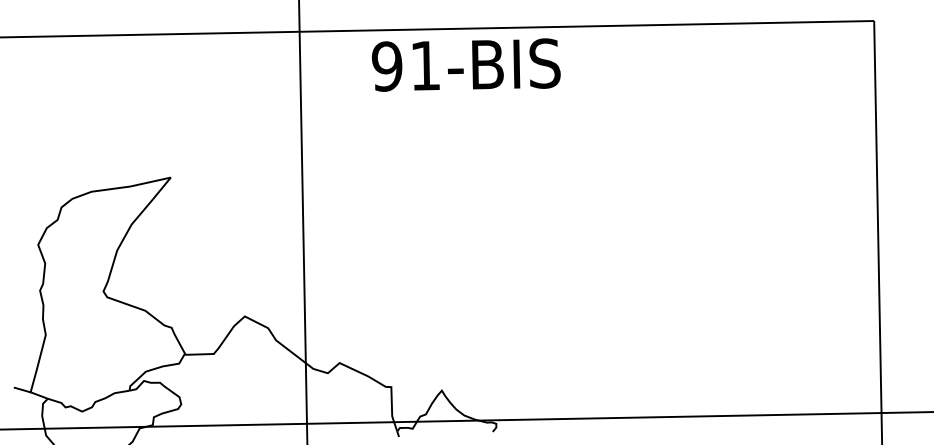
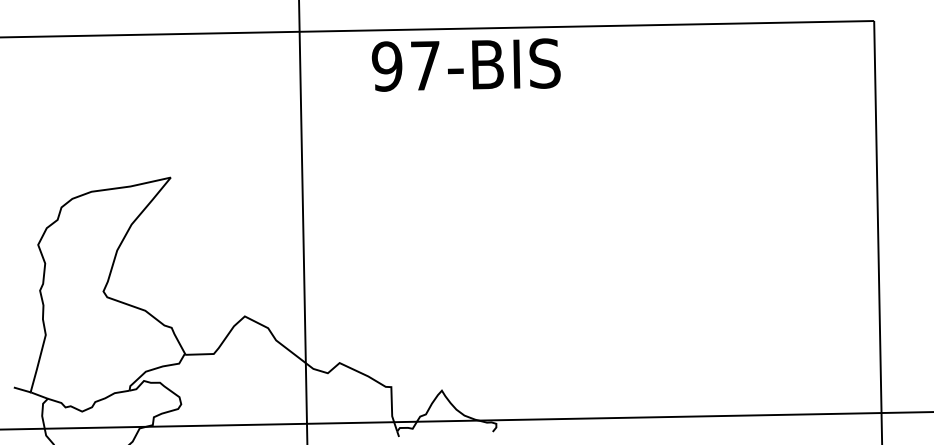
text at (425, 65): 91-BIS -> 97-BIS
